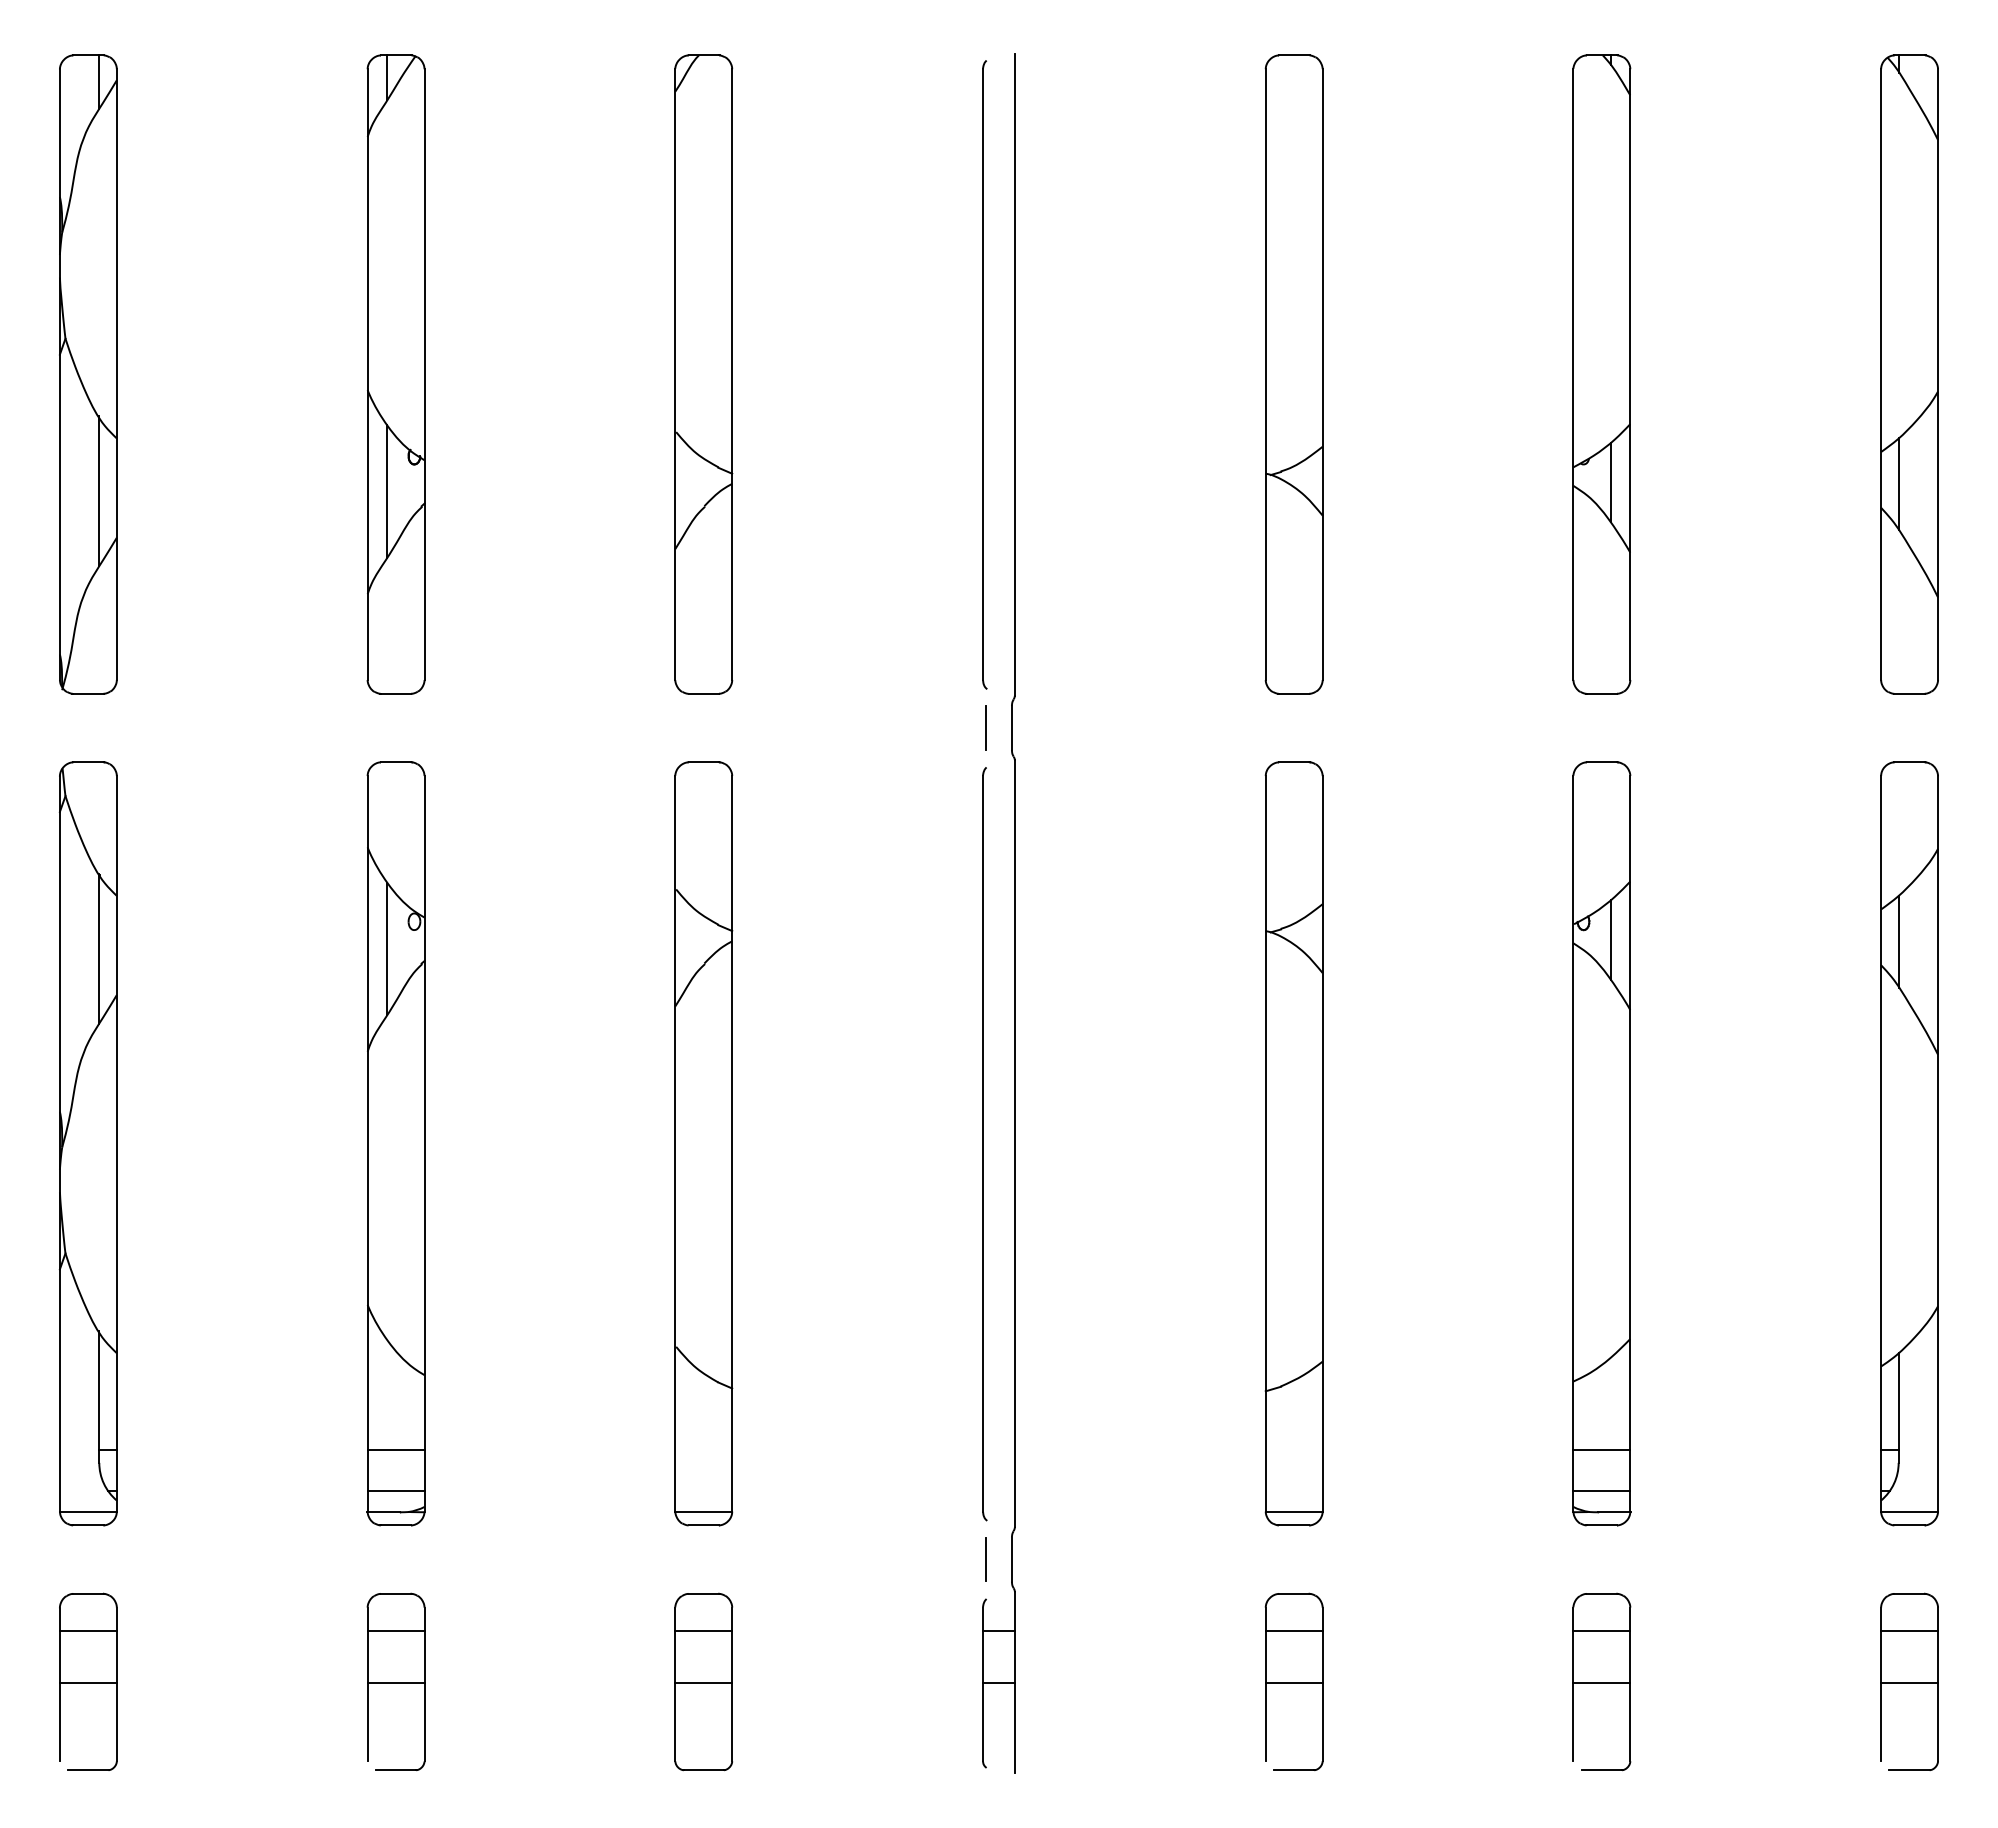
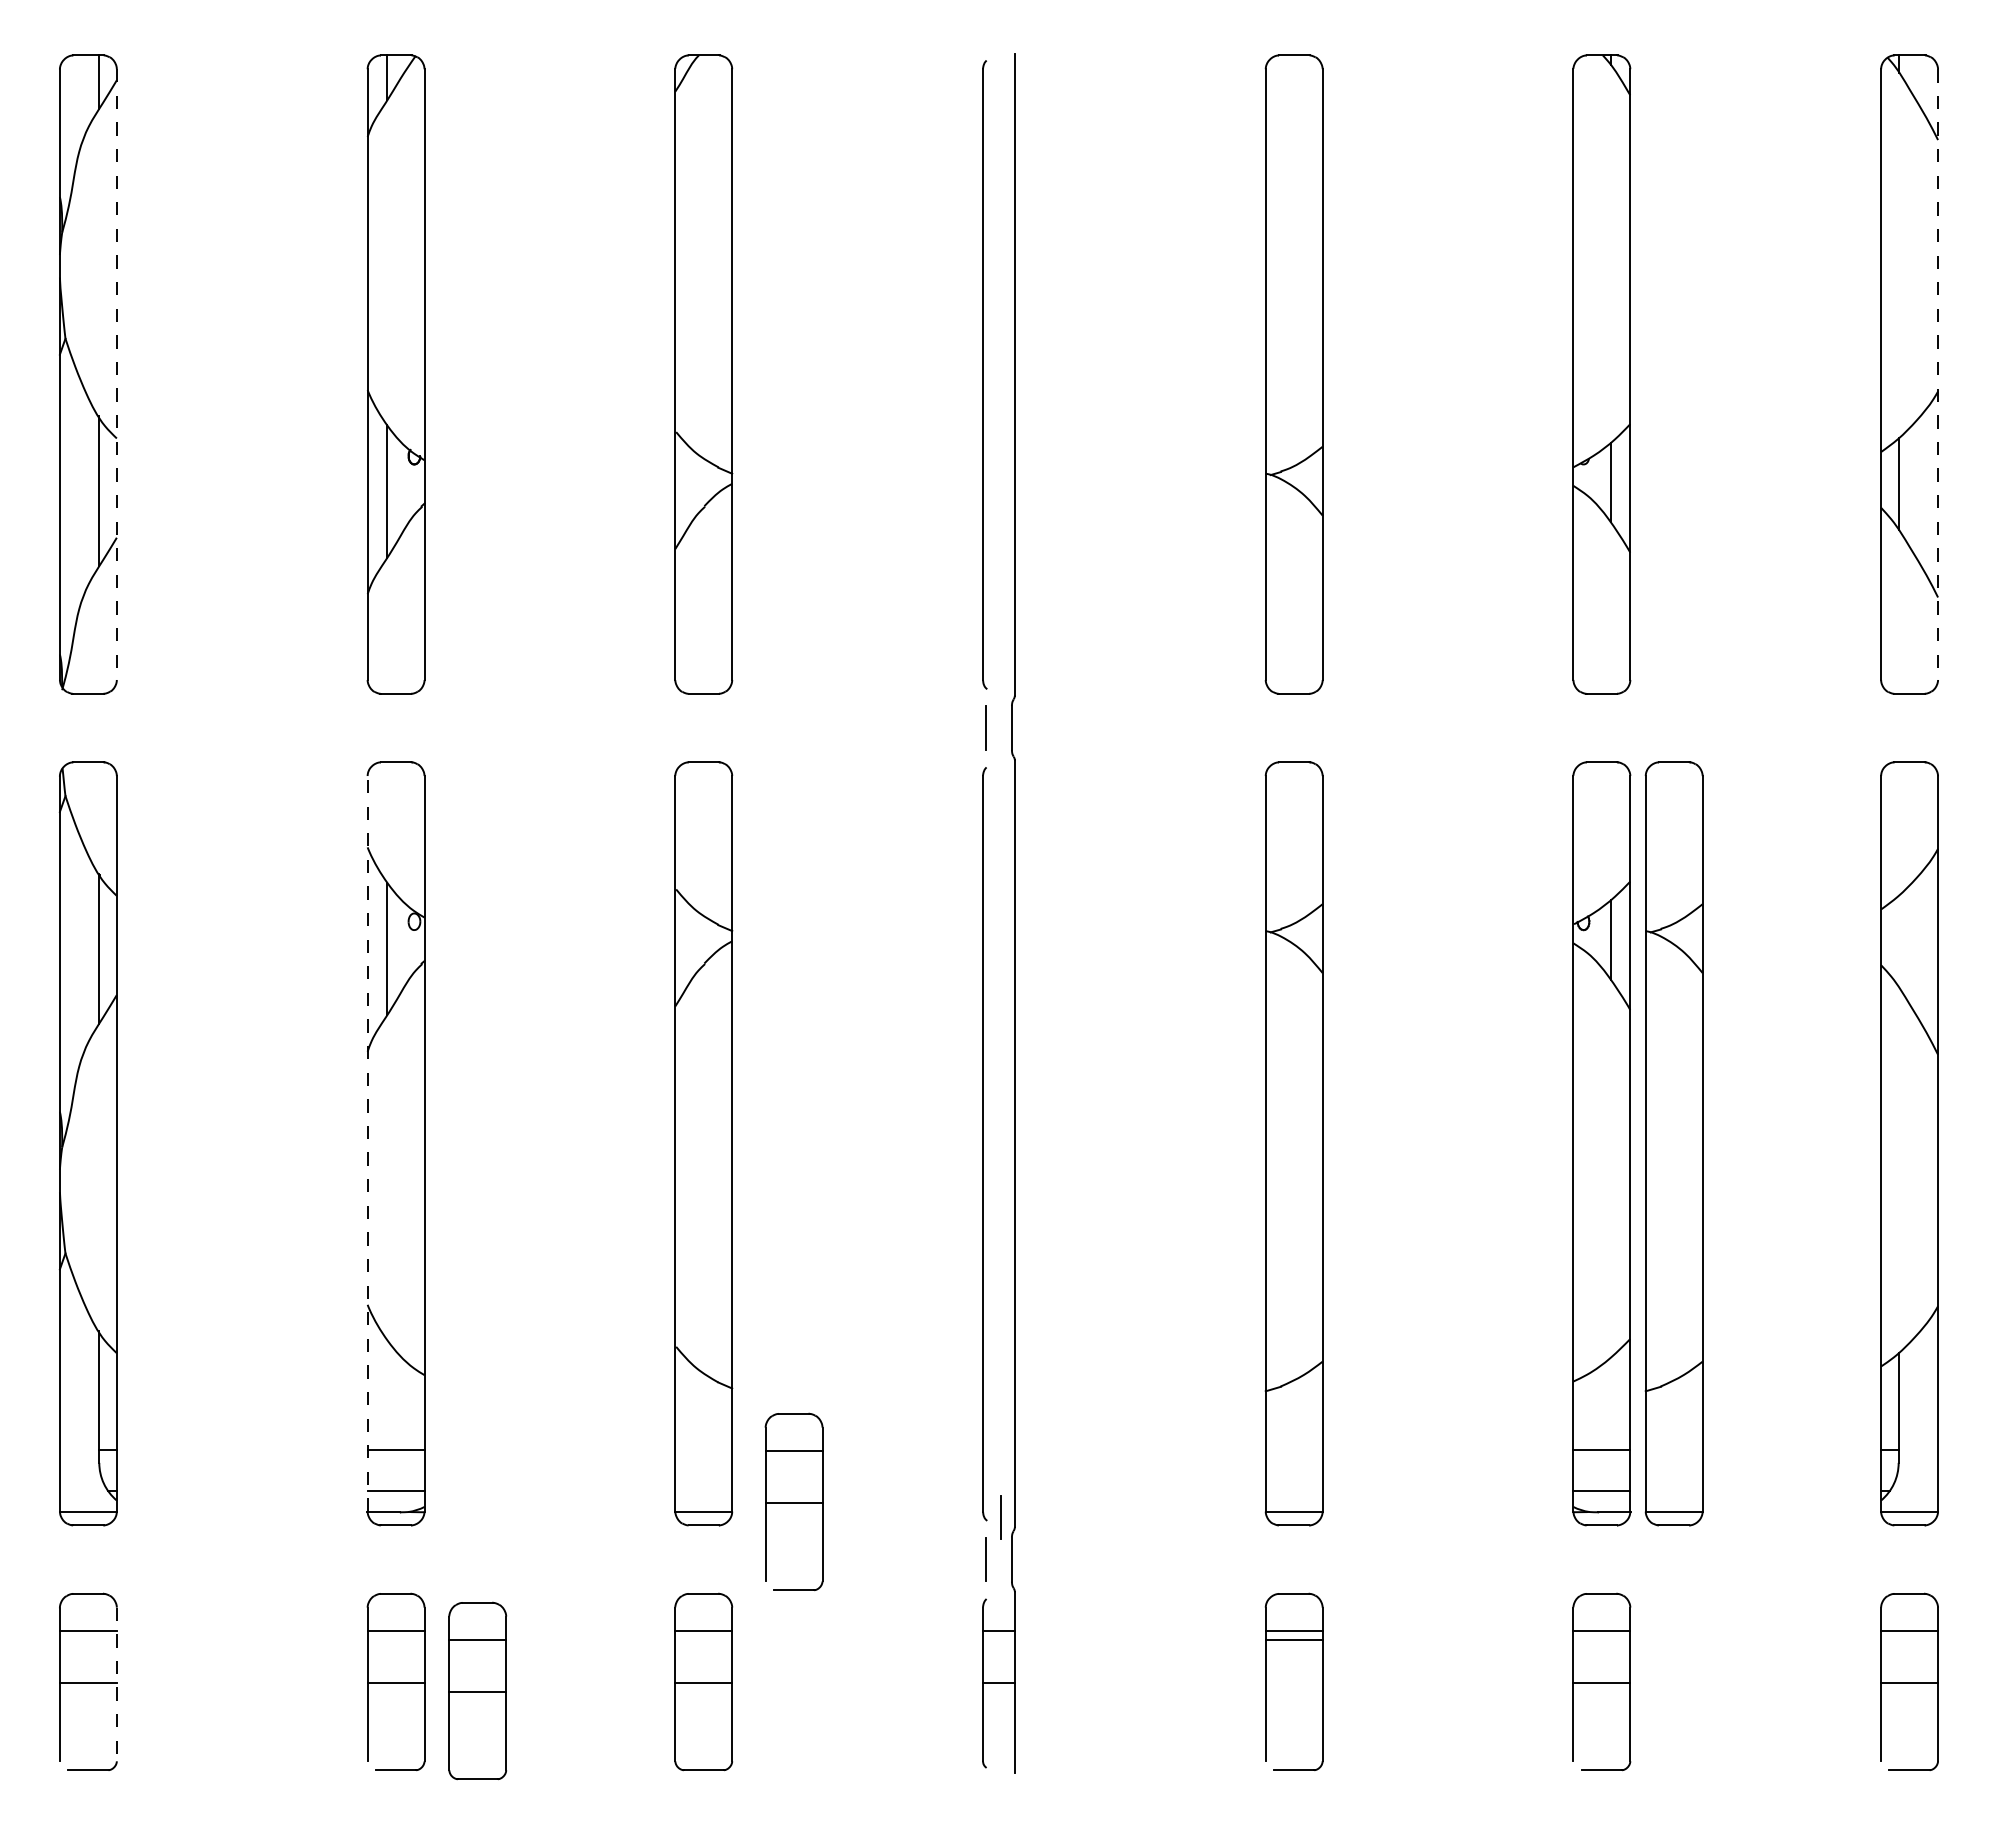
line at (116, 375): solid -> dashed
line at (1938, 375): solid -> dashed
line at (1898, 941): present -> none
line at (367, 1143): solid -> dashed
part at (1673, 1143): none -> present
part at (793, 1501): none -> present
line at (1000, 1517): none -> present
line at (1293, 1682) position: (1293, 1682) -> (1293, 1639)
line at (116, 1684): solid -> dashed
part at (477, 1690): none -> present
